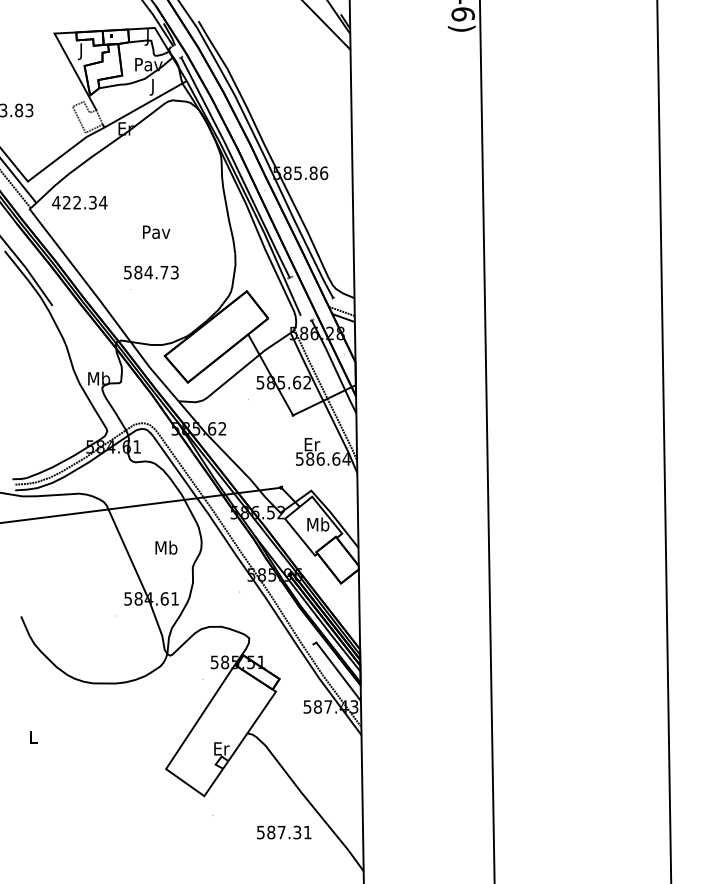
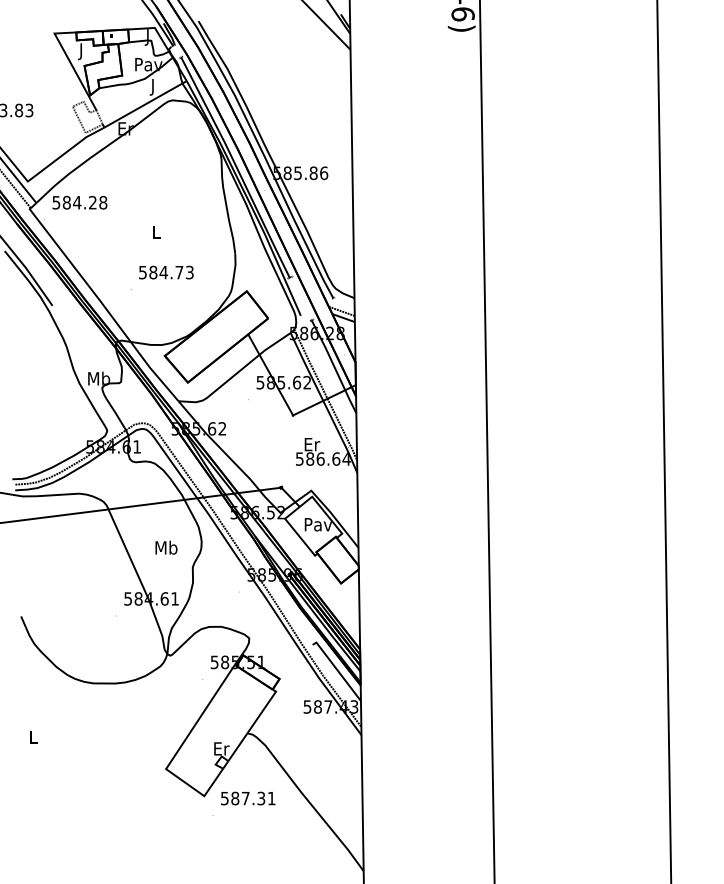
text at (79, 202): 422.34 -> 584.28
text at (156, 231): Pav -> L
text at (151, 272) position: (151, 272) -> (166, 272)
text at (317, 524): Mb -> Pav
text at (284, 832) position: (284, 832) -> (248, 798)
